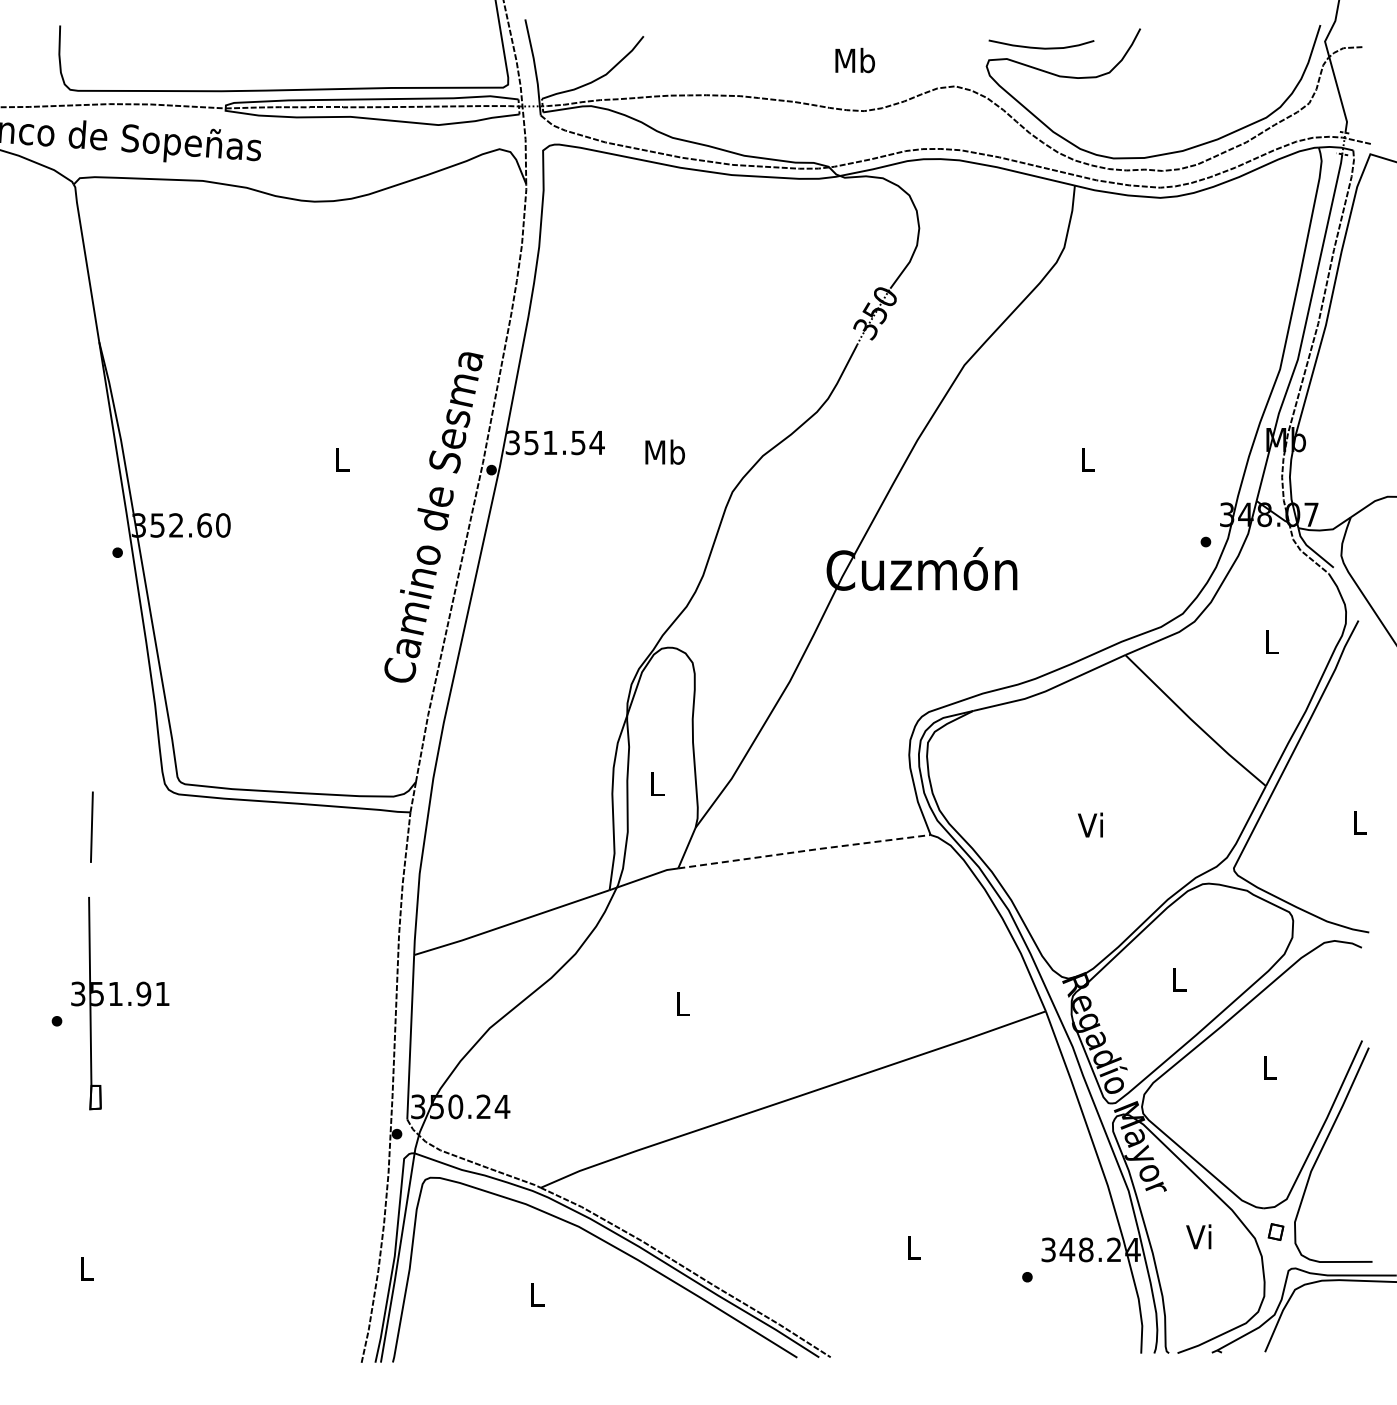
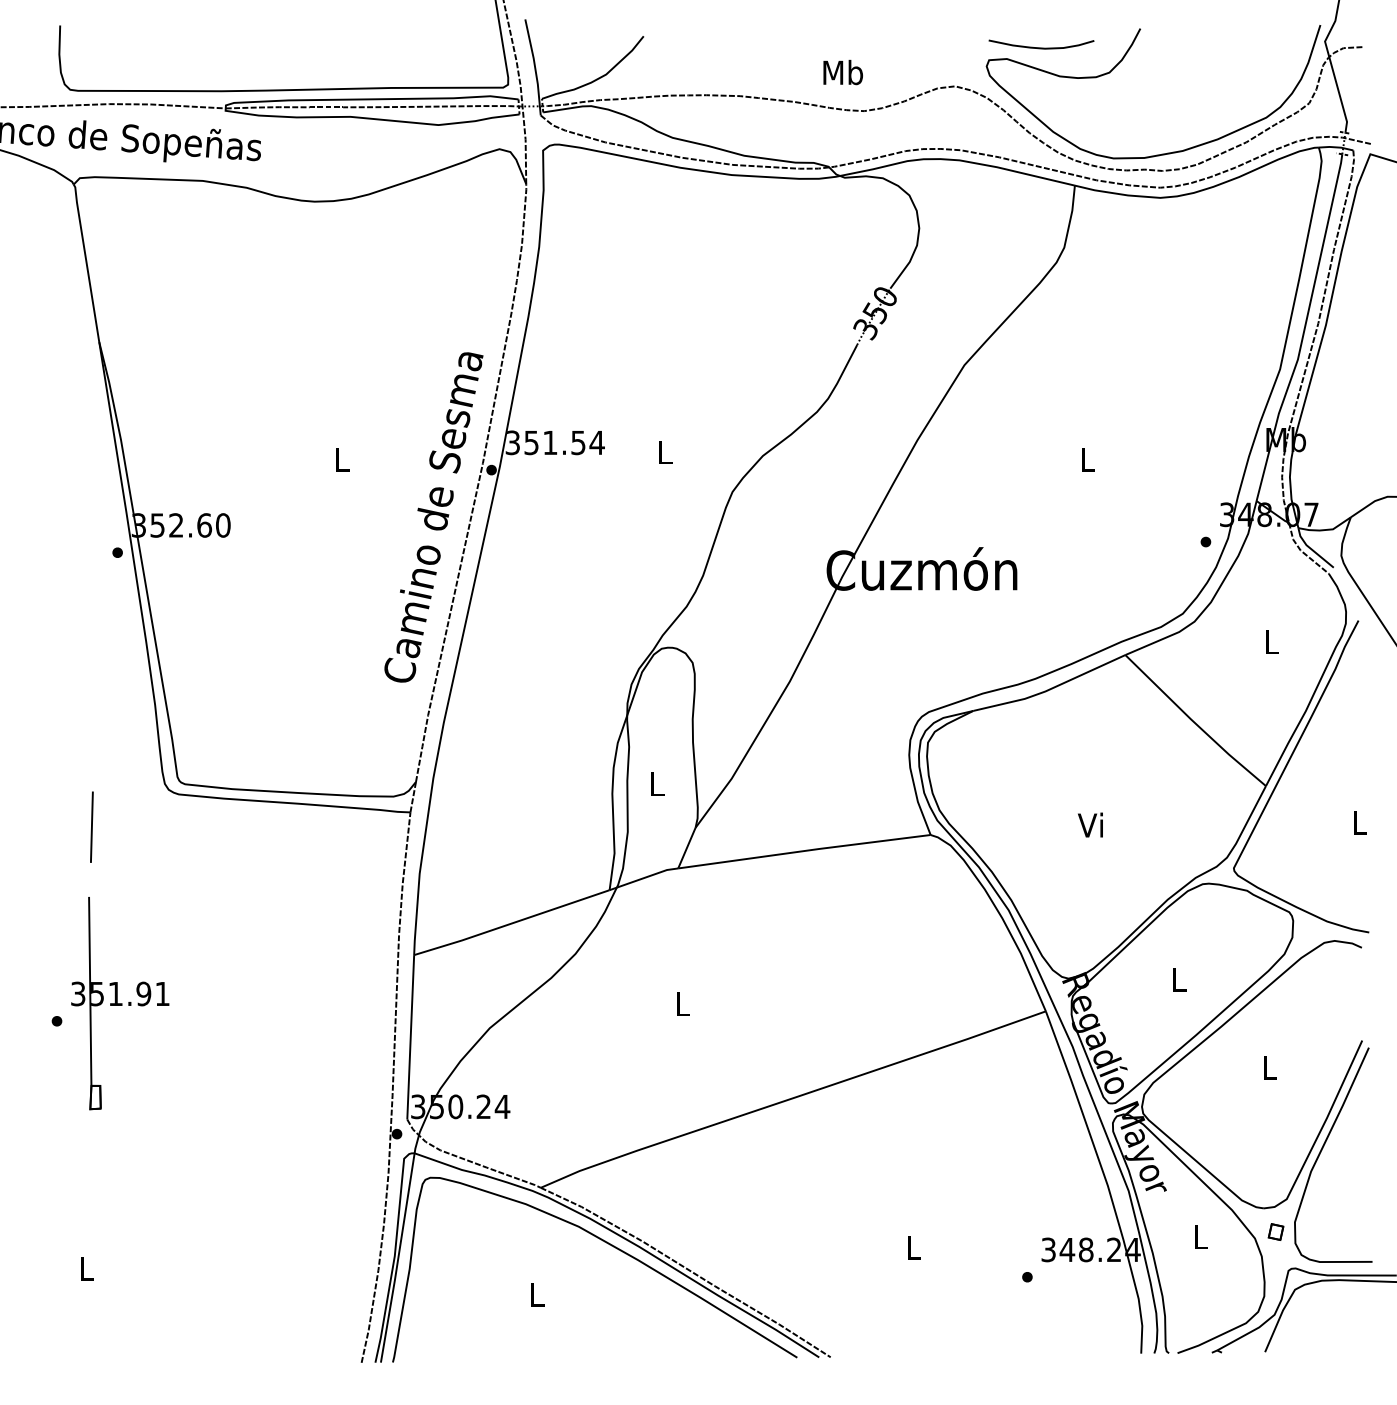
text at (854, 60) position: (854, 60) -> (842, 72)
text at (665, 451): Mb -> L
line at (805, 850): dashed -> solid
text at (1198, 1236): Vi -> L
